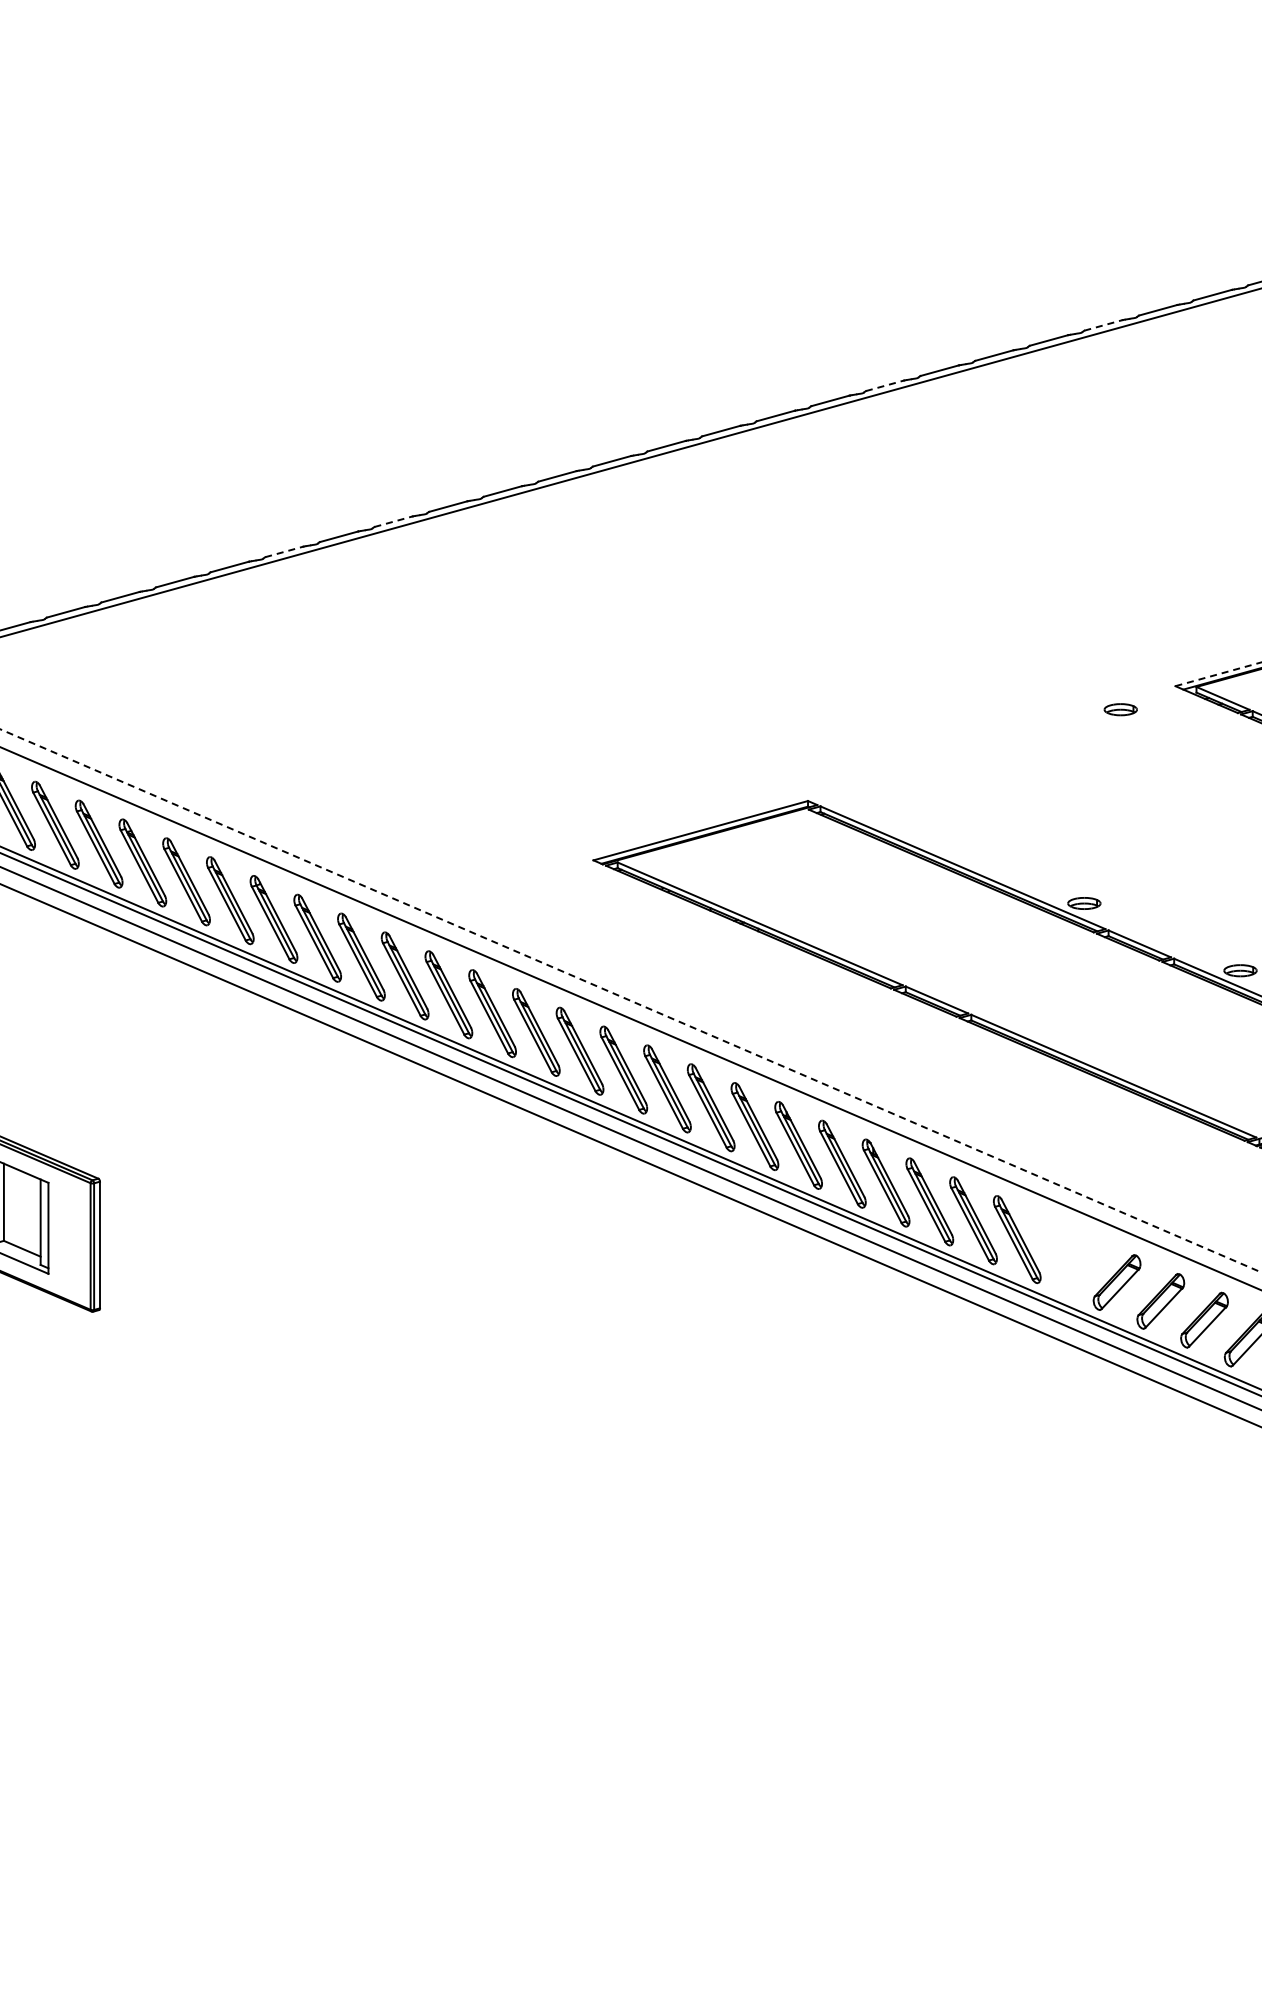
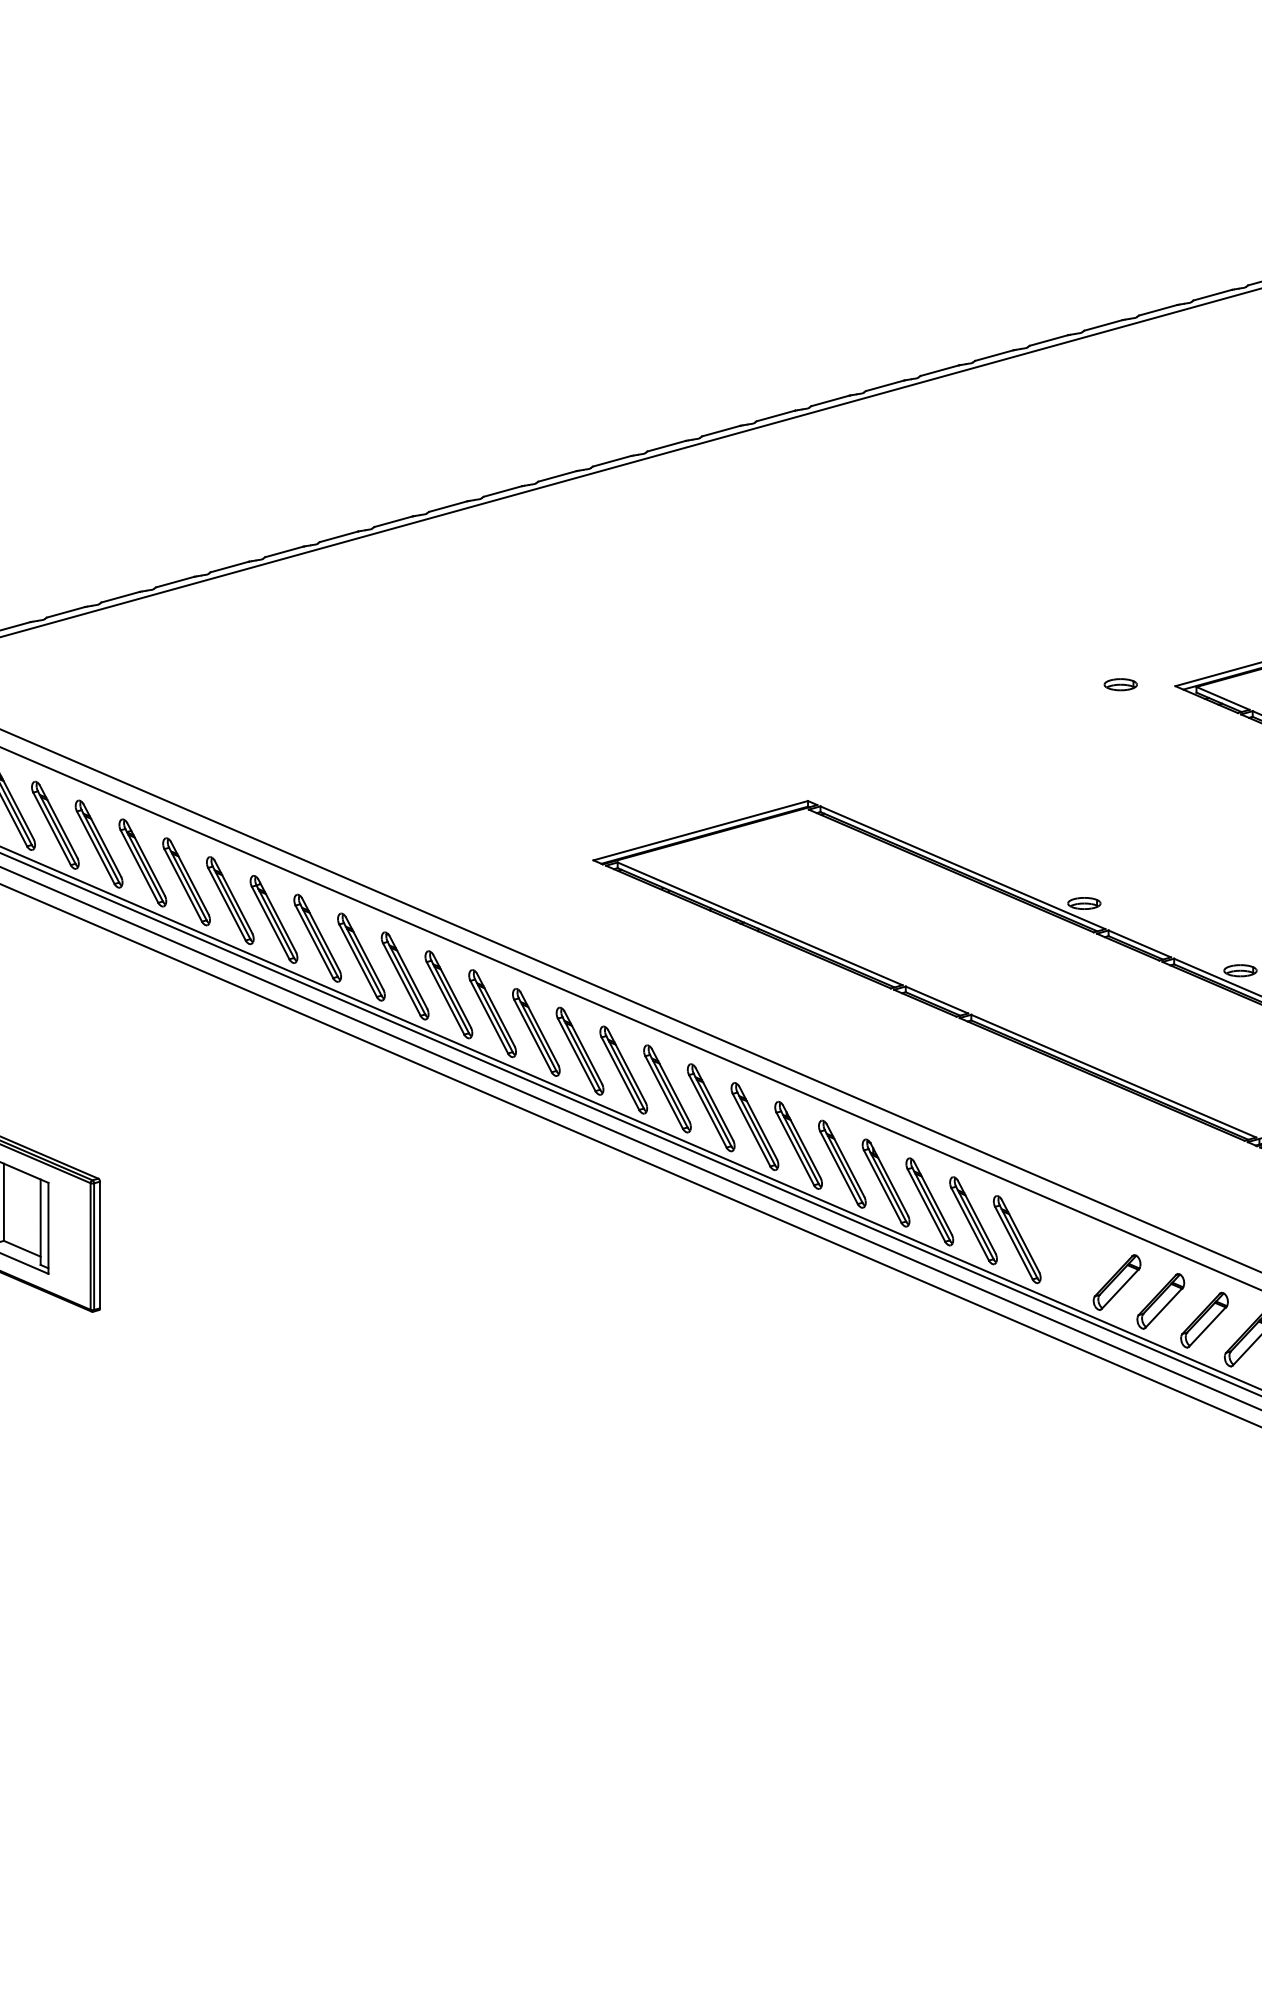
line at (1104, 325): dashed -> solid
line at (885, 385): dashed -> solid
line at (394, 521): dashed -> solid
line at (284, 551): dashed -> solid
line at (1218, 674): dashed -> solid
part at (1120, 709) position: (1120, 709) -> (1120, 684)
line at (630, 1000): dashed -> solid
